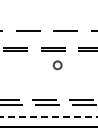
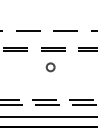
circle at (57, 65) position: (57, 65) -> (50, 67)
line at (49, 117): dashed -> solid
